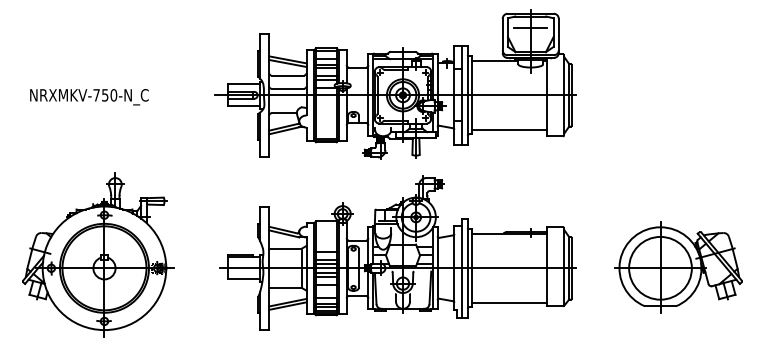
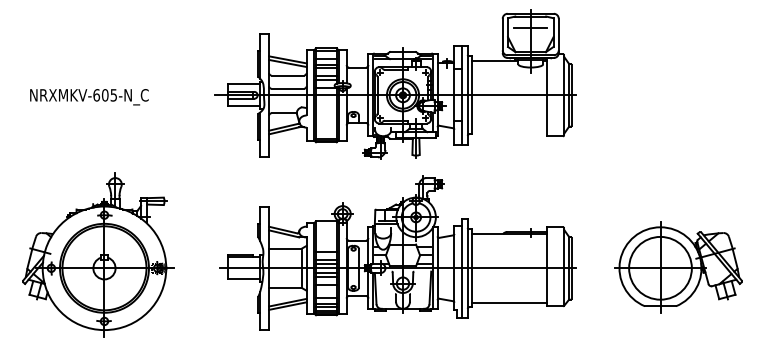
text at (105, 95): NRXMKV-750-N_C -> NRXMKV-605-N_C
line at (509, 129): present -> none
